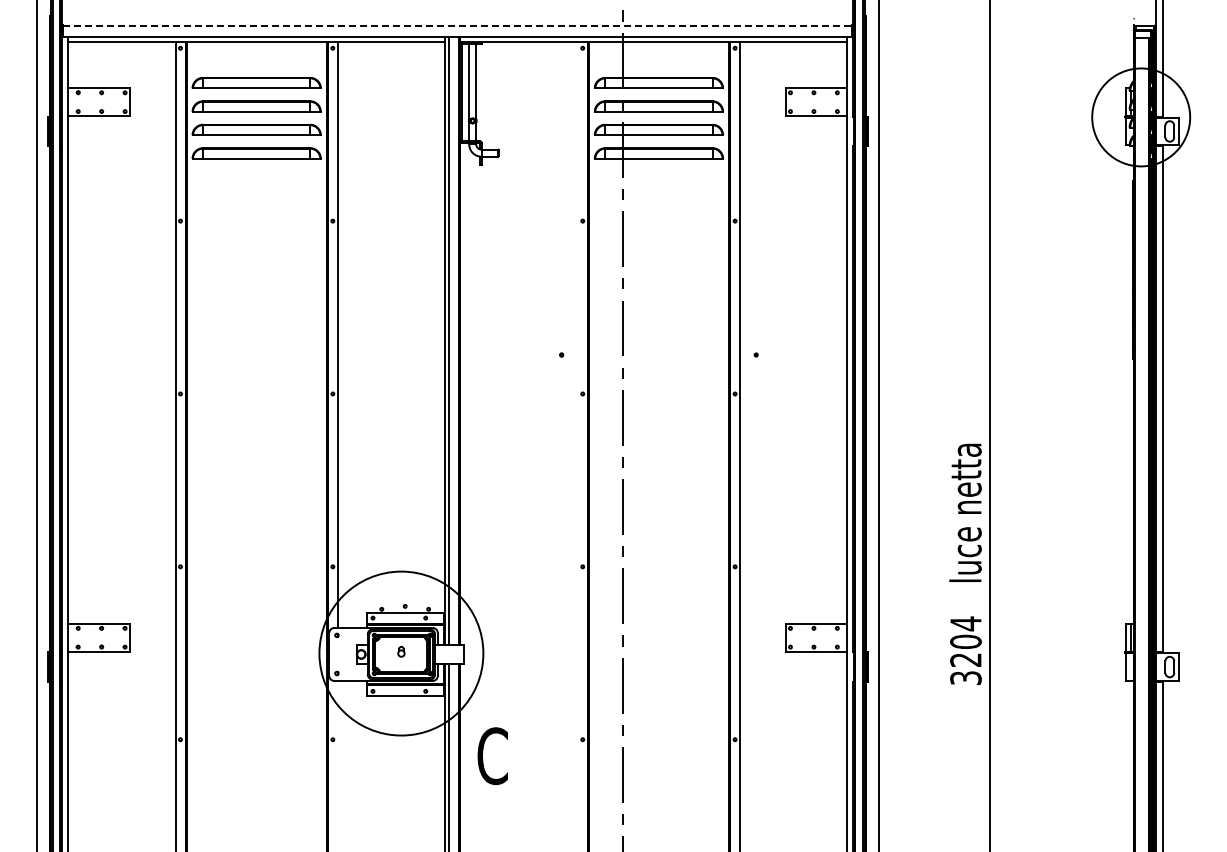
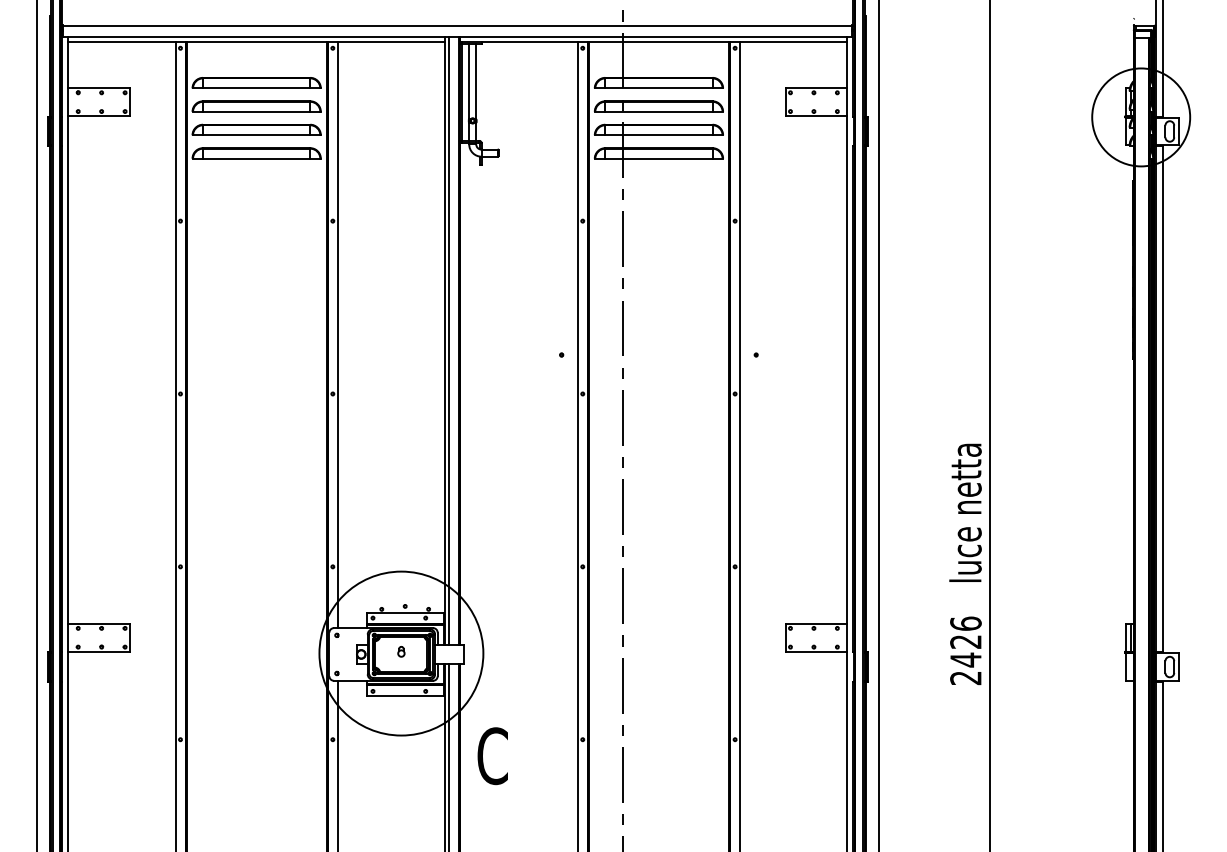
line at (457, 26): dashed -> solid
line at (578, 445): none -> present
text at (965, 650): 3204 -> 2426
line at (337, 764): none -> present
